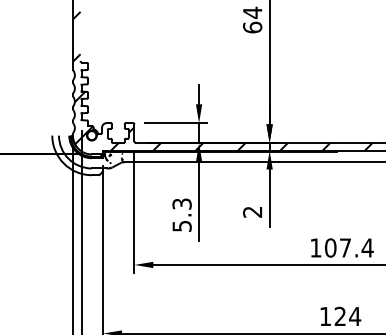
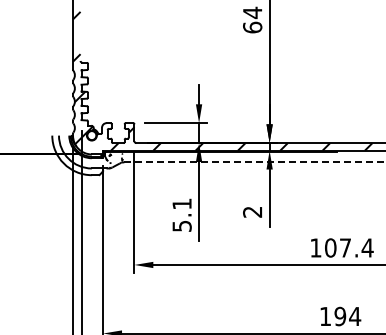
line at (255, 162): solid -> dashed
text at (181, 203): 5.3 -> 5.1
text at (340, 316): 124 -> 194
